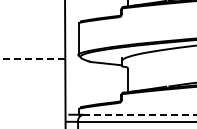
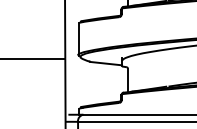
line at (32, 58): dashed -> solid
line at (140, 114): dashed -> solid
